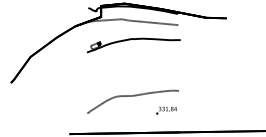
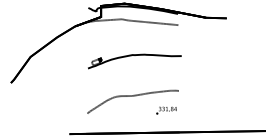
part at (133, 45) position: (133, 45) -> (134, 61)
